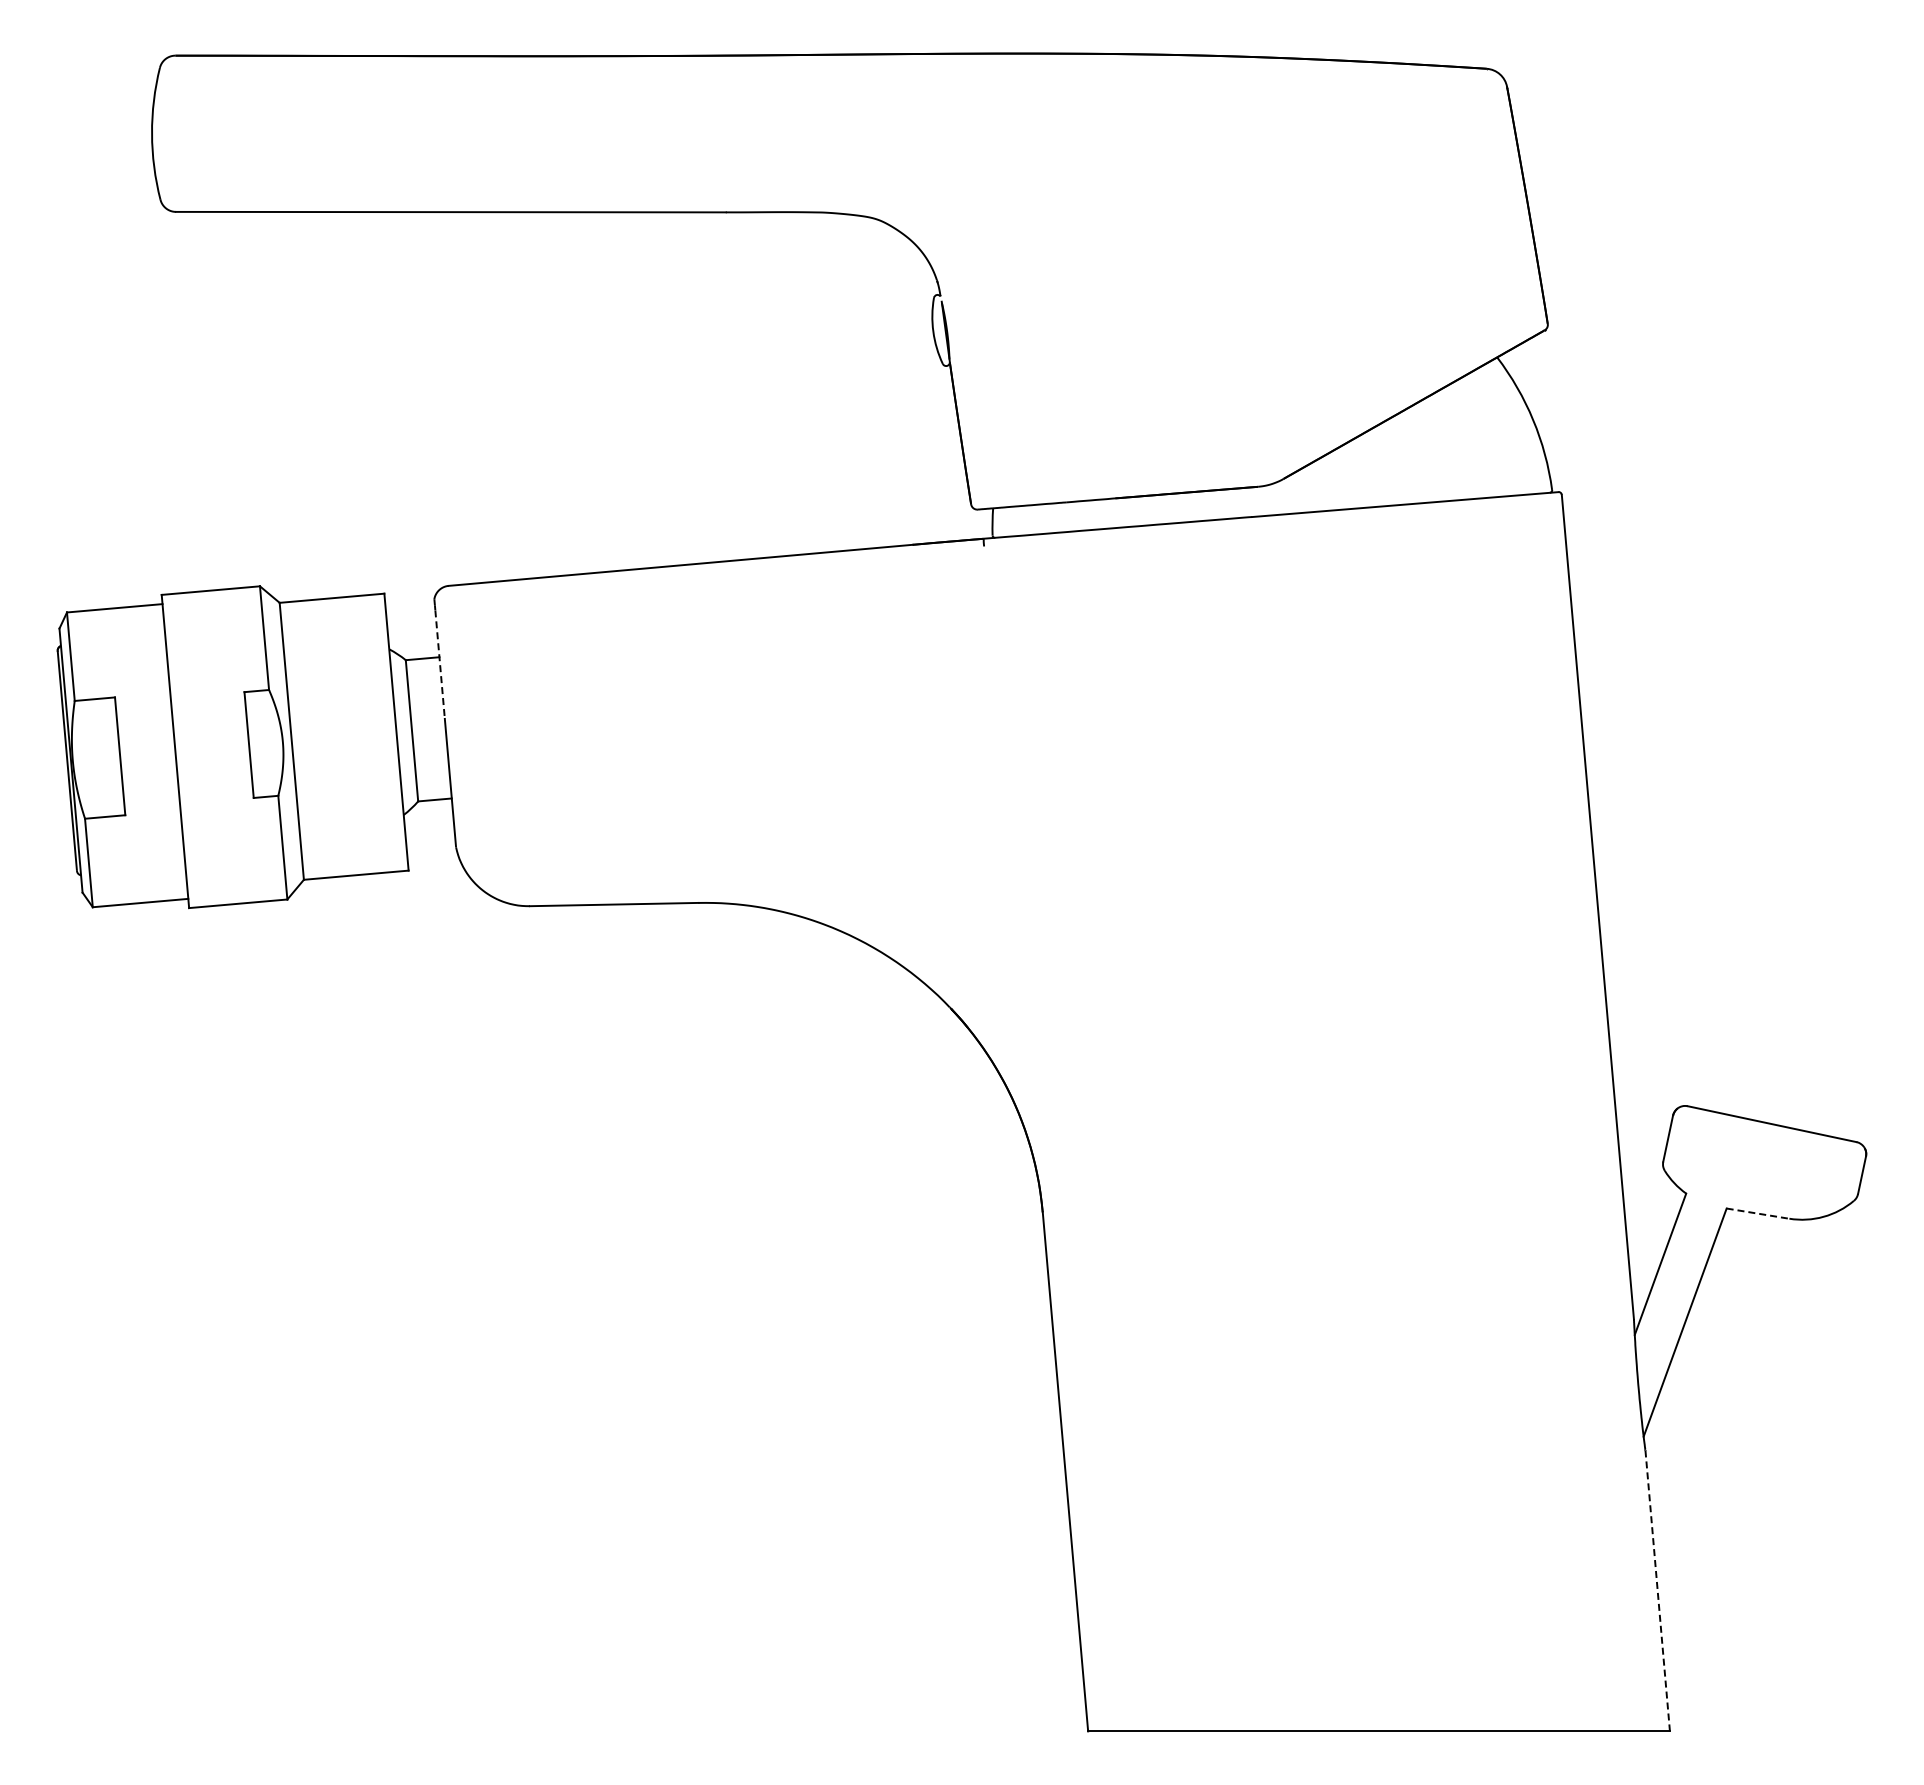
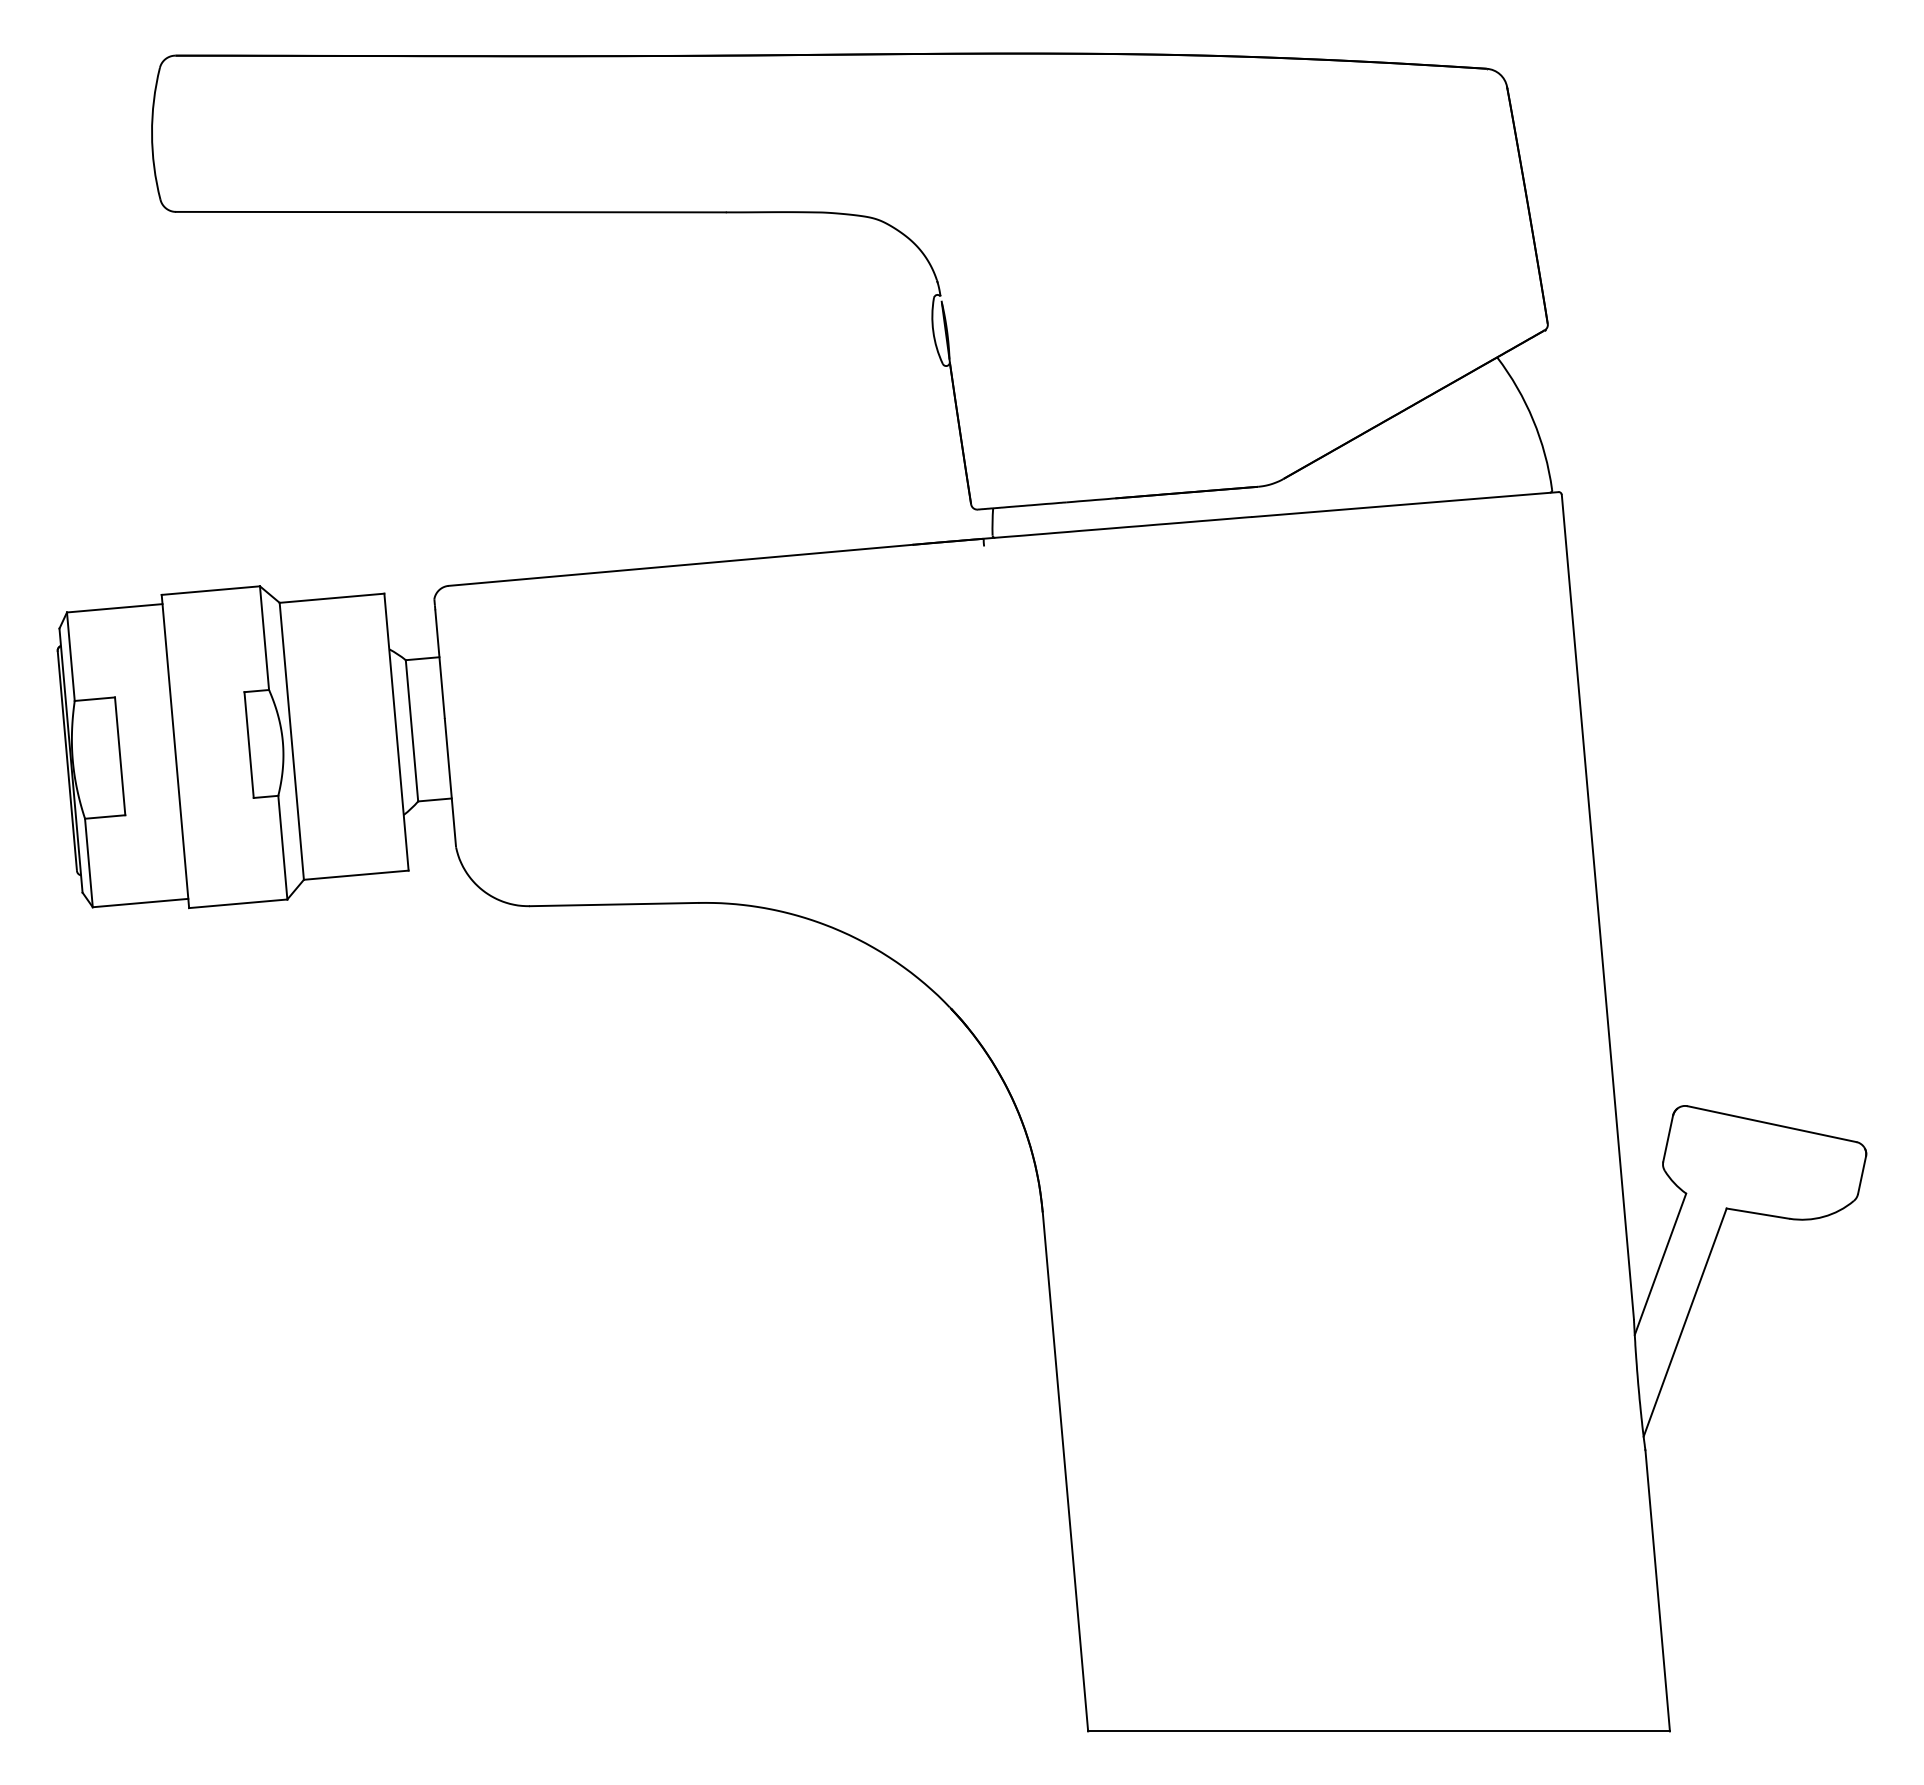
line at (440, 664): dashed -> solid
line at (1758, 1213): dashed -> solid
line at (1657, 1590): dashed -> solid
